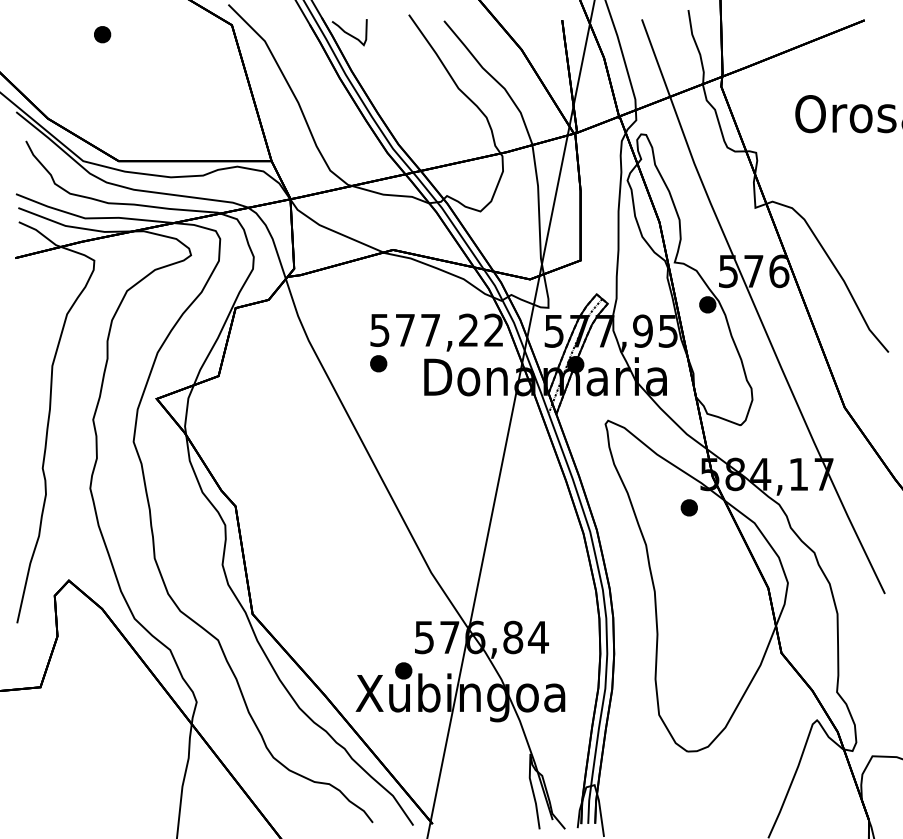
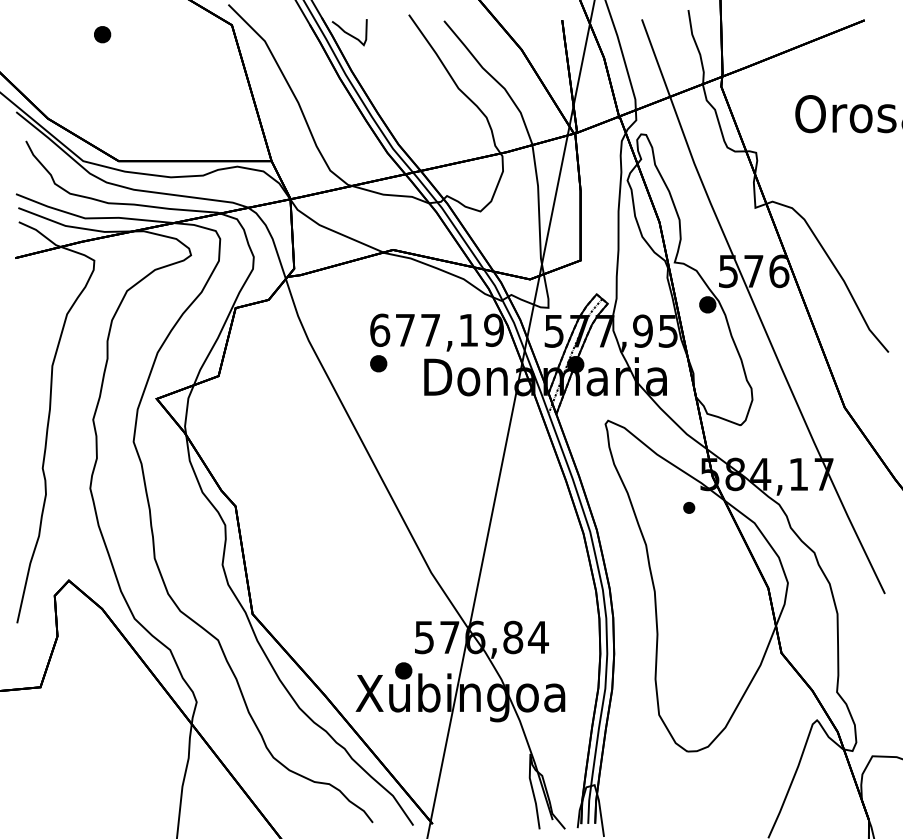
text at (436, 329): 577,22 -> 677,19
part at (688, 507) size: 18x18 px -> 13x12 px
